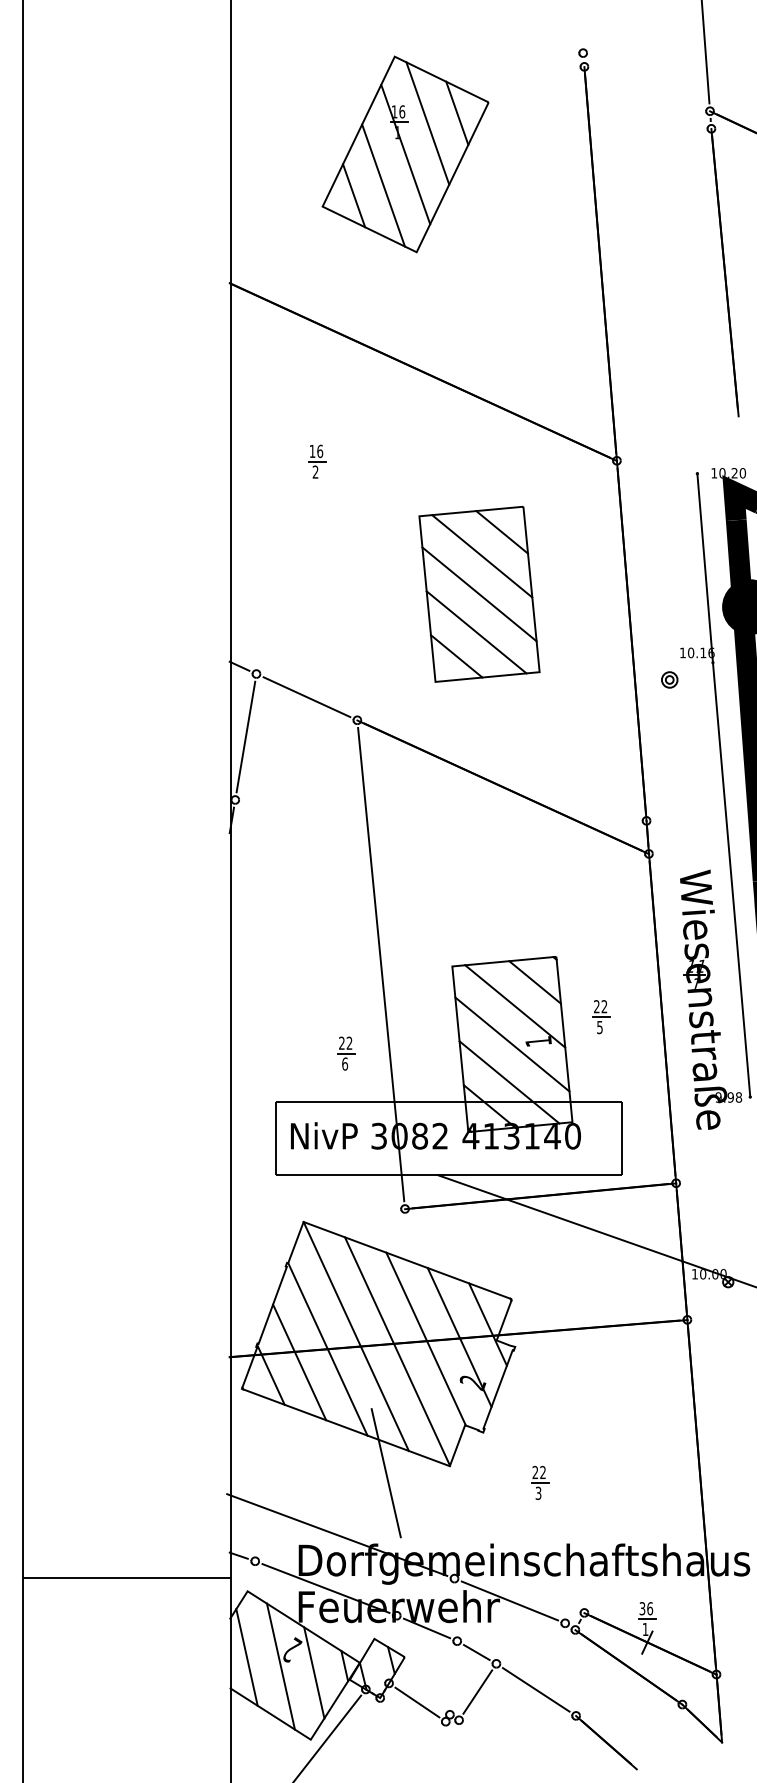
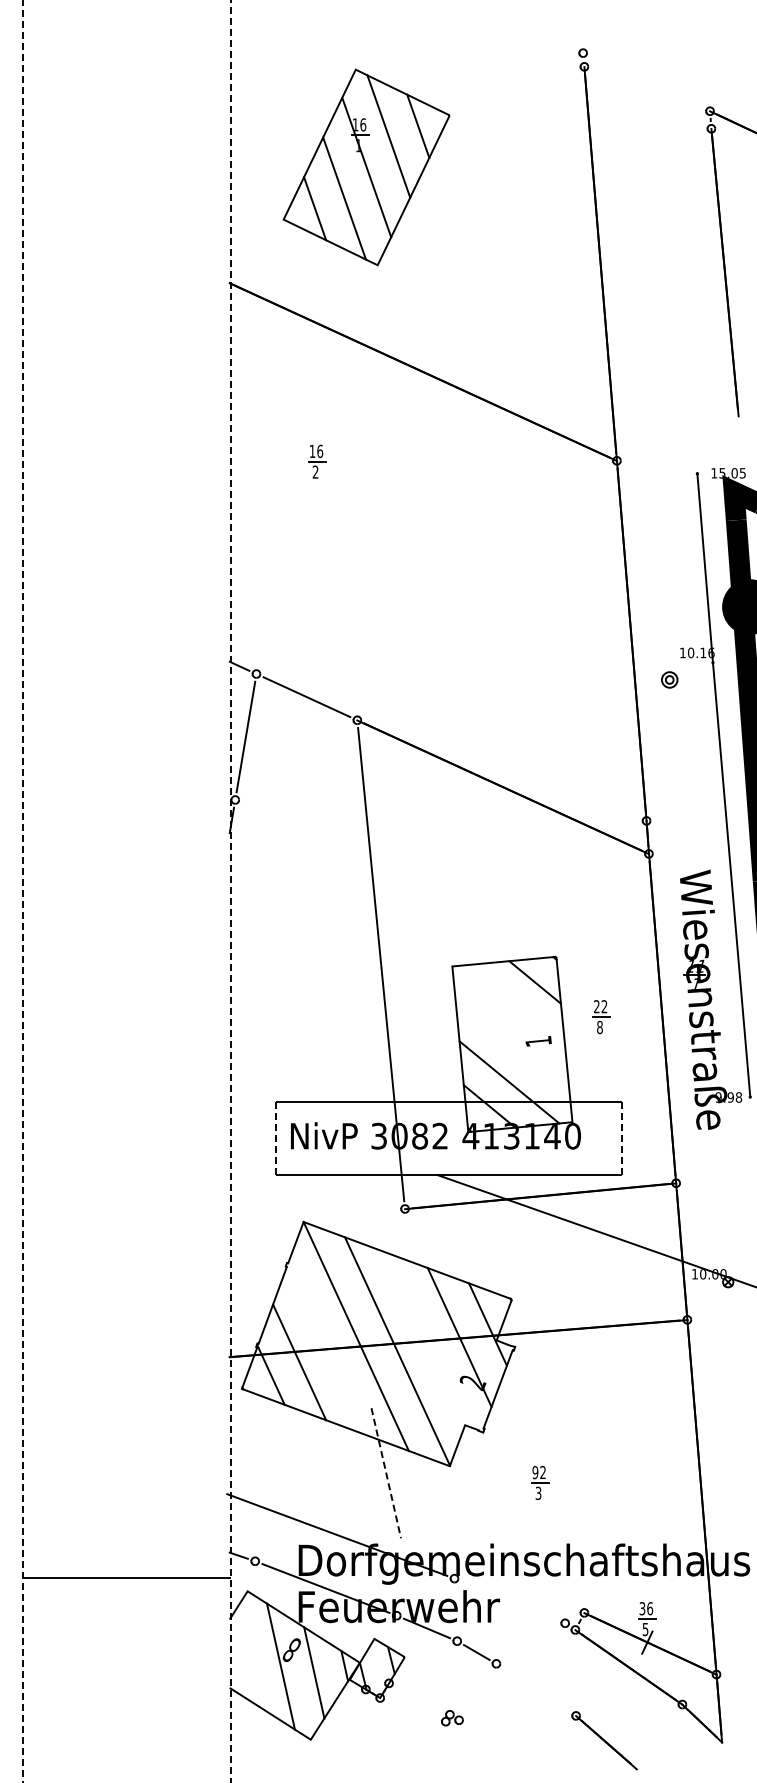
line at (705, 52): present -> none
part at (405, 154) position: (405, 154) -> (366, 167)
text at (732, 473): 10.20 -> 15.05
part at (479, 593): present -> none
line at (22, 892): solid -> dashed
line at (230, 892): solid -> dashed
line at (515, 1006): present -> none
text at (599, 1027): 5 -> 8
line at (512, 1044): present -> none
part at (346, 1053): present -> none
line at (275, 1138): solid -> dashed
line at (622, 1138): solid -> dashed
line at (425, 1338): present -> none
line at (327, 1349): present -> none
text at (535, 1472): 22 -> 92
line at (386, 1473): solid -> dashed
line at (509, 1600): present -> none
text at (645, 1629): 1 -> 5
text at (292, 1649): 2 -> 8
line at (246, 1657): present -> none
line at (535, 1689): present -> none
line at (477, 1691): present -> none
line at (417, 1702): present -> none
line at (328, 1737): present -> none
